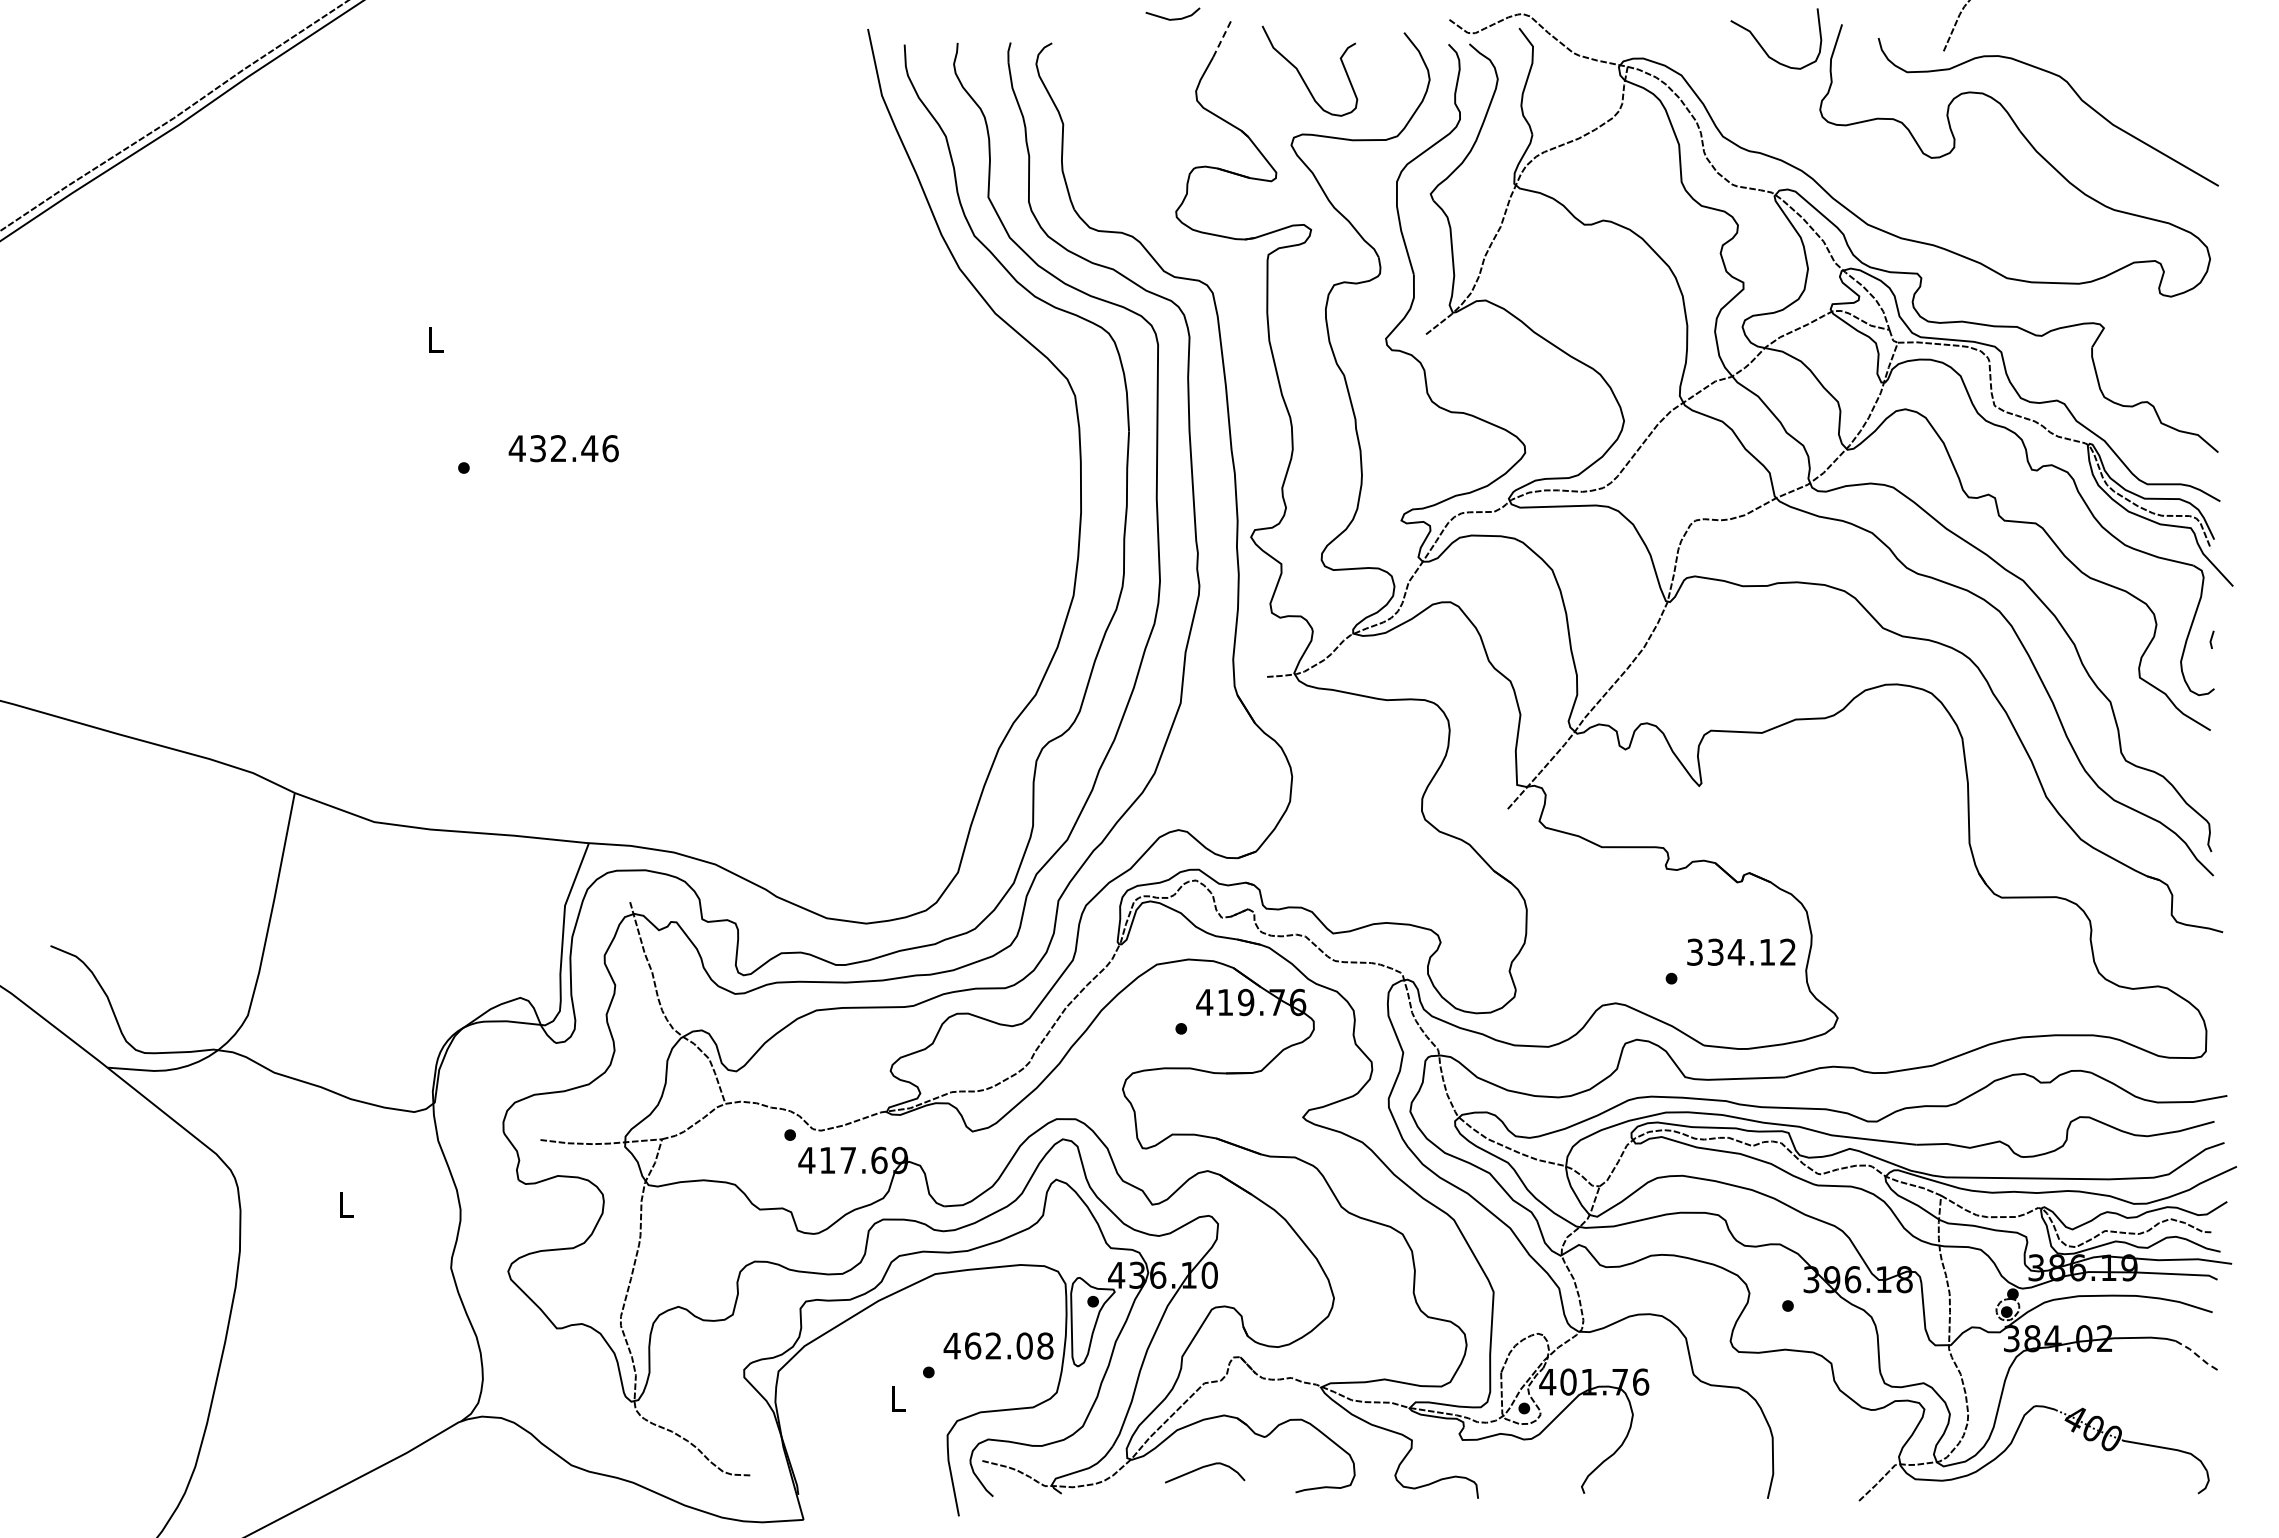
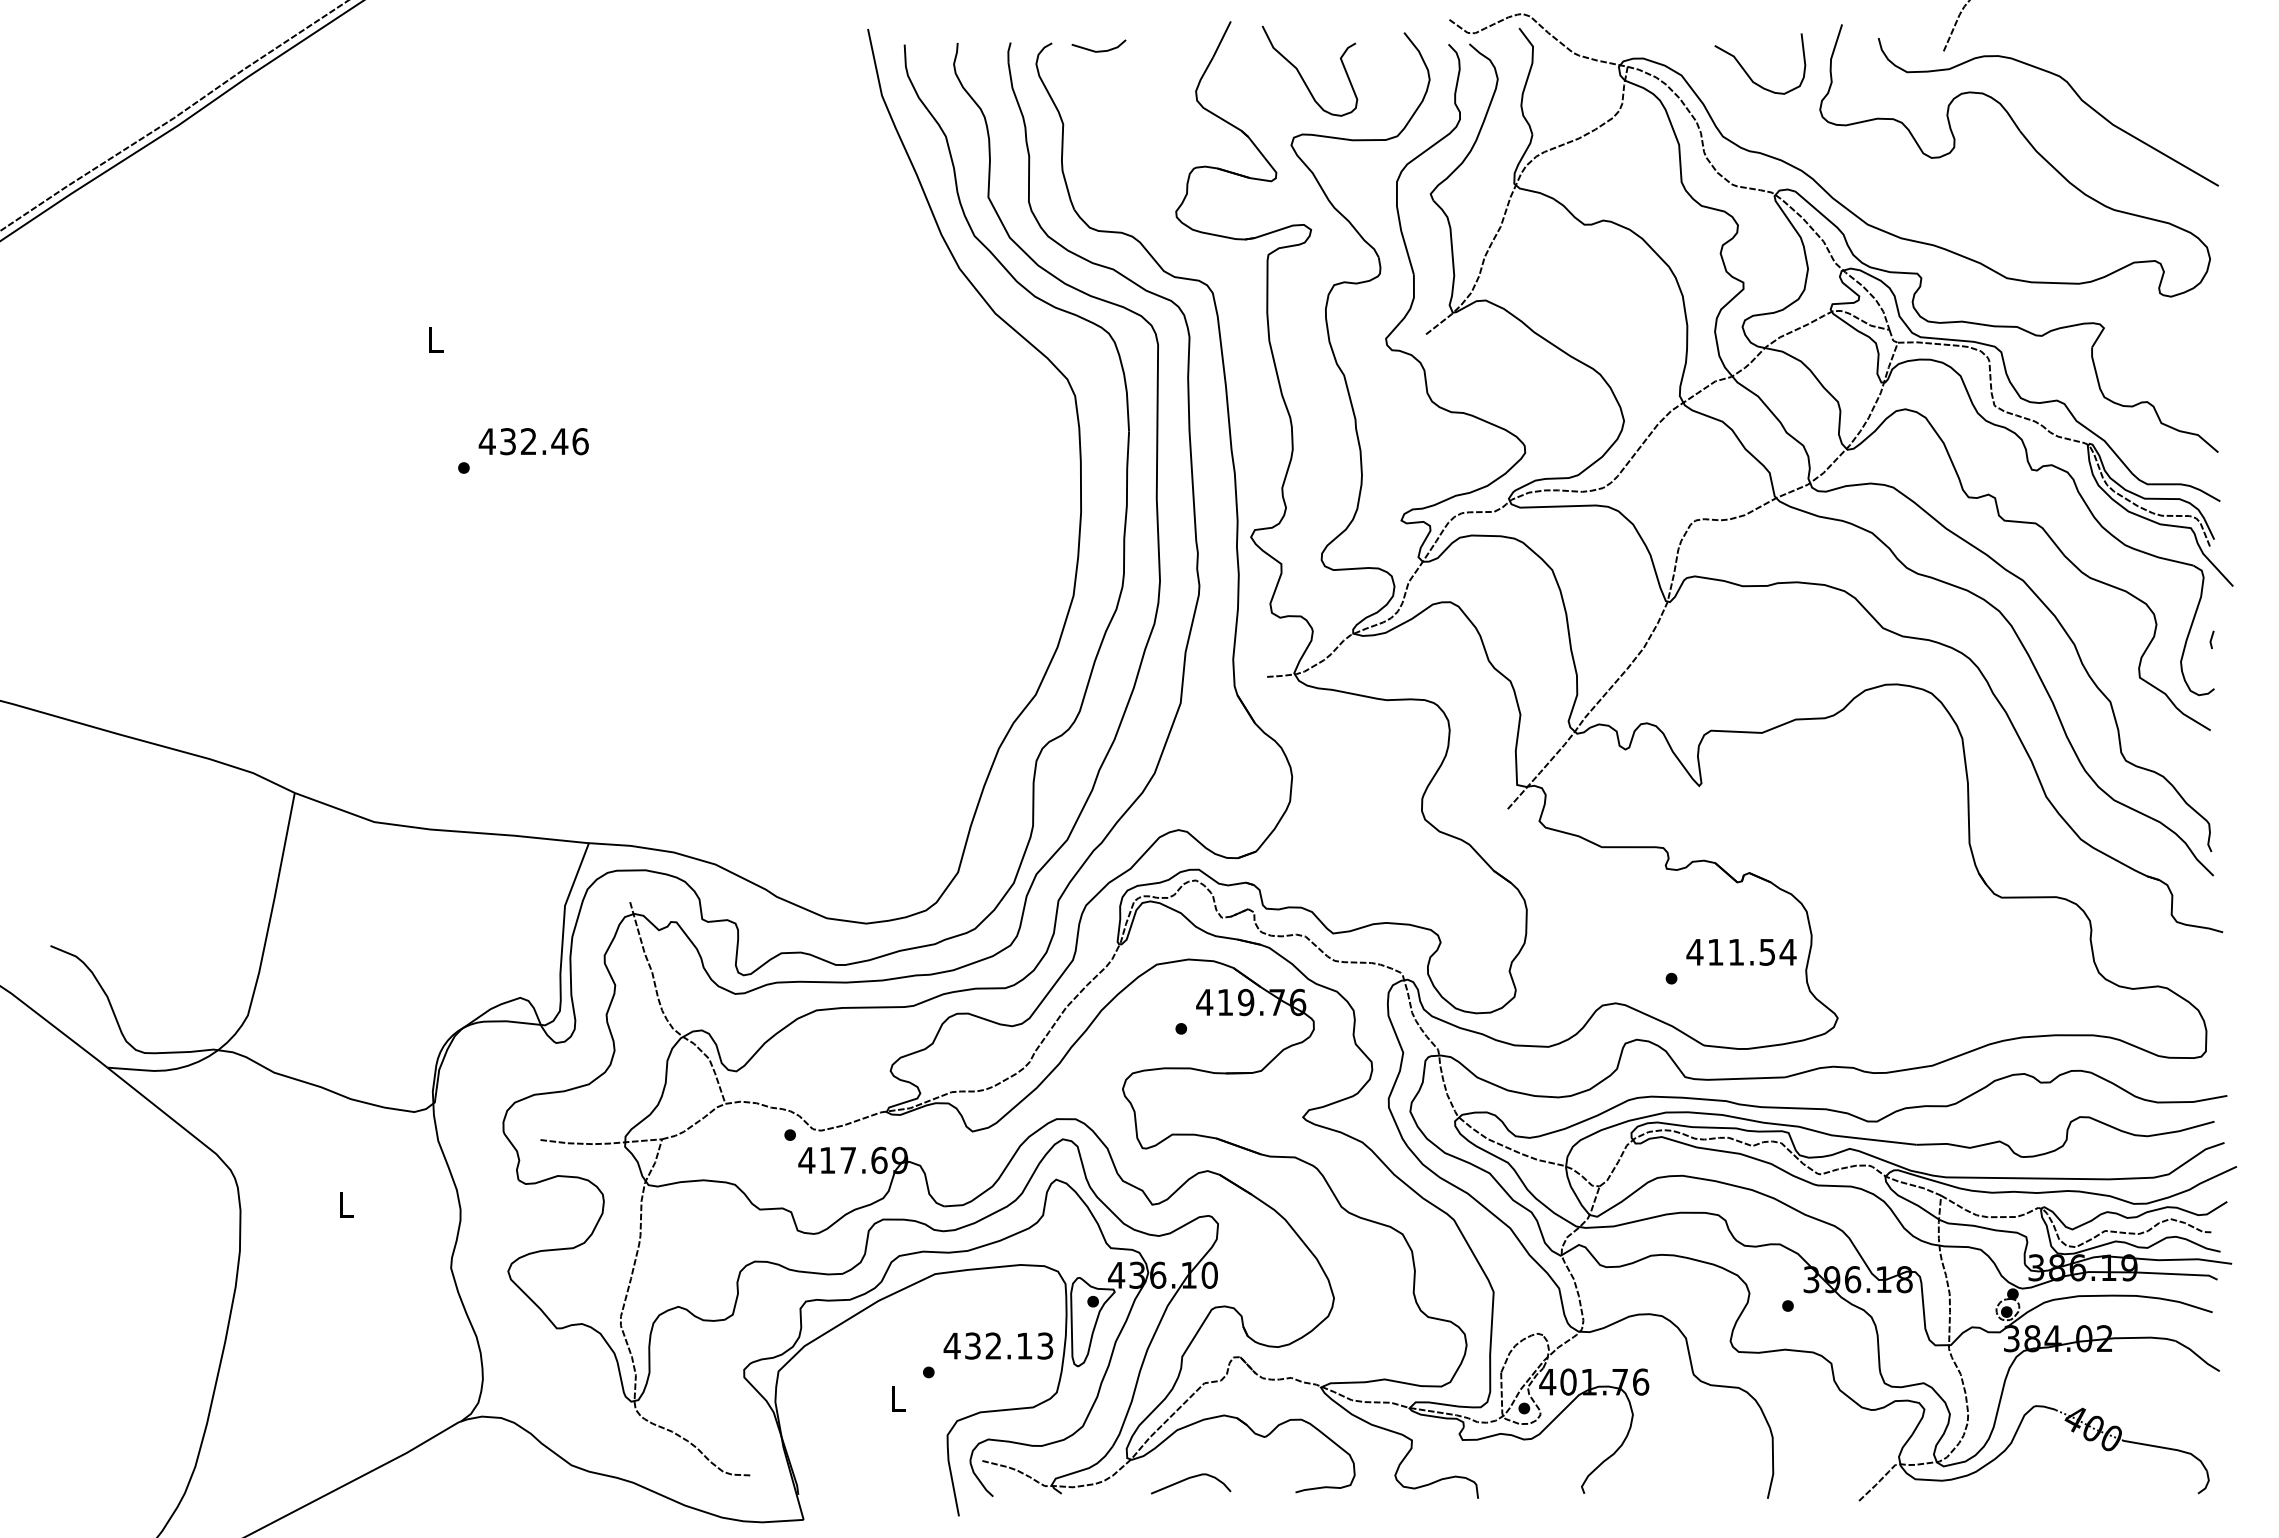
line at (1172, 18) position: (1172, 18) -> (1098, 50)
line at (1222, 39): dashed -> solid
curve at (1763, 47) position: (1763, 47) -> (1747, 72)
text at (563, 448) position: (563, 448) -> (533, 441)
text at (1741, 951): 334.12 -> 411.54
text at (1009, 1345): 462.08 -> 432.13
line at (2197, 1355): dashed -> solid
curve at (1205, 1467) position: (1205, 1467) -> (1191, 1478)
